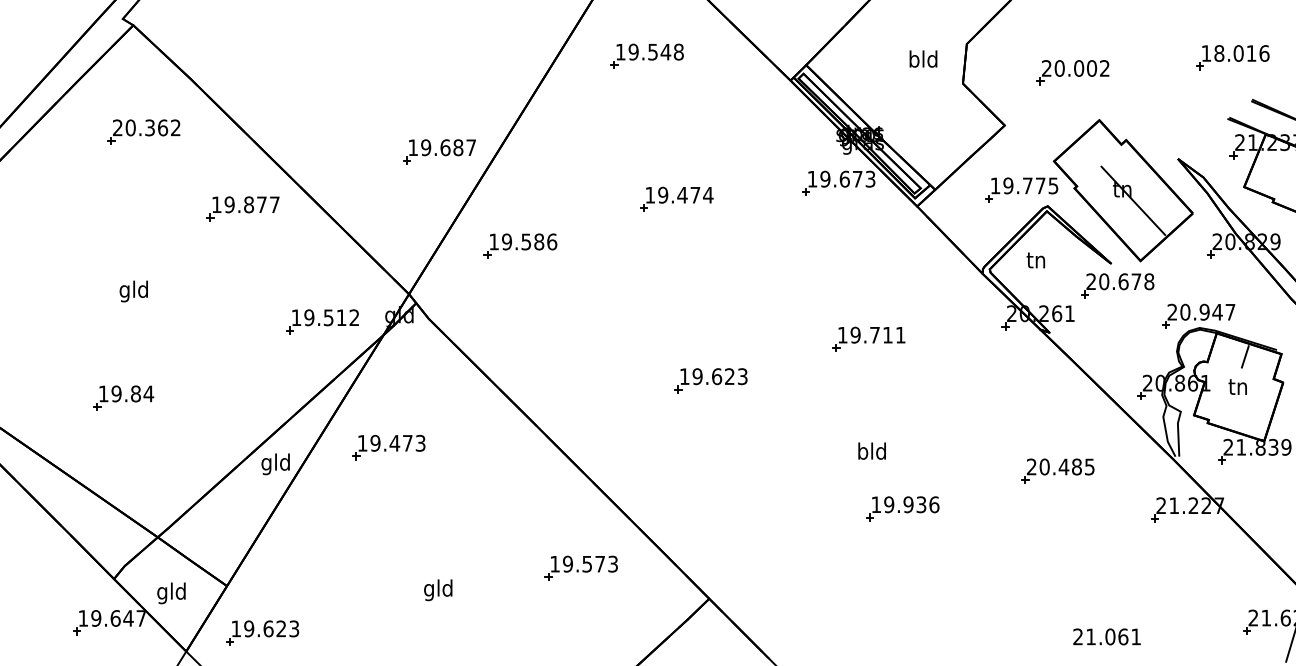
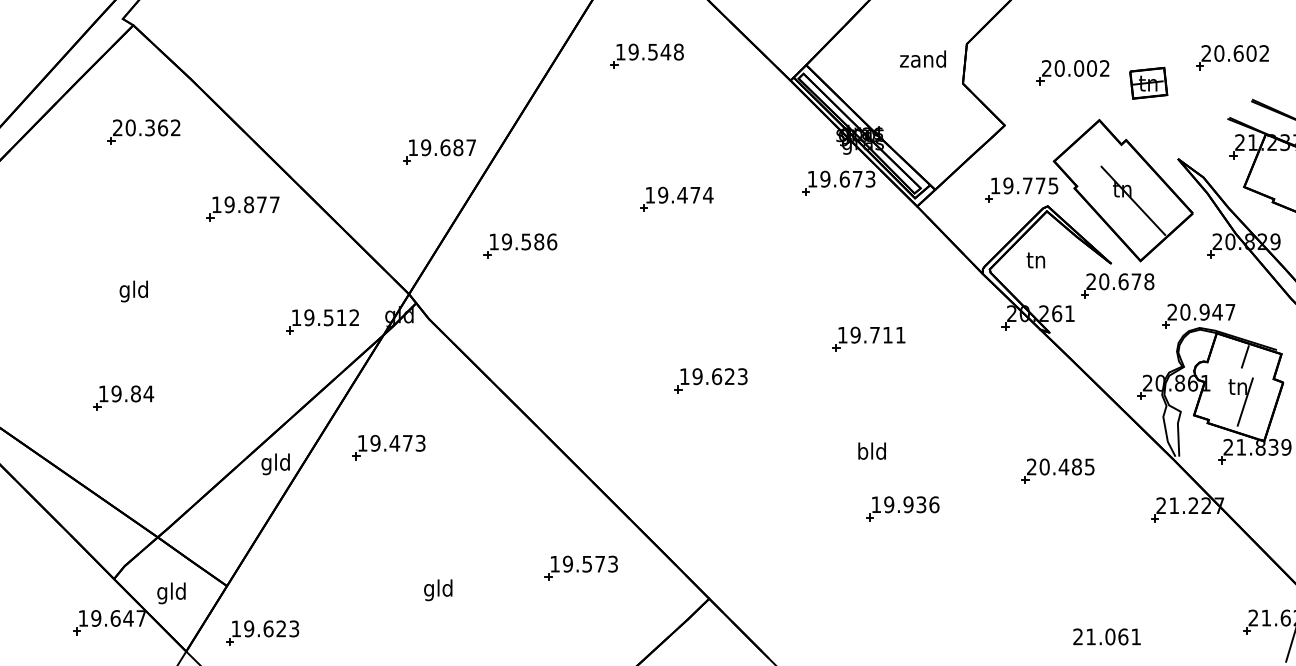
text at (1235, 53): 18.016 -> 20.602
text at (922, 58): bld -> zand
part at (1148, 82): none -> present
line at (1244, 401): none -> present
